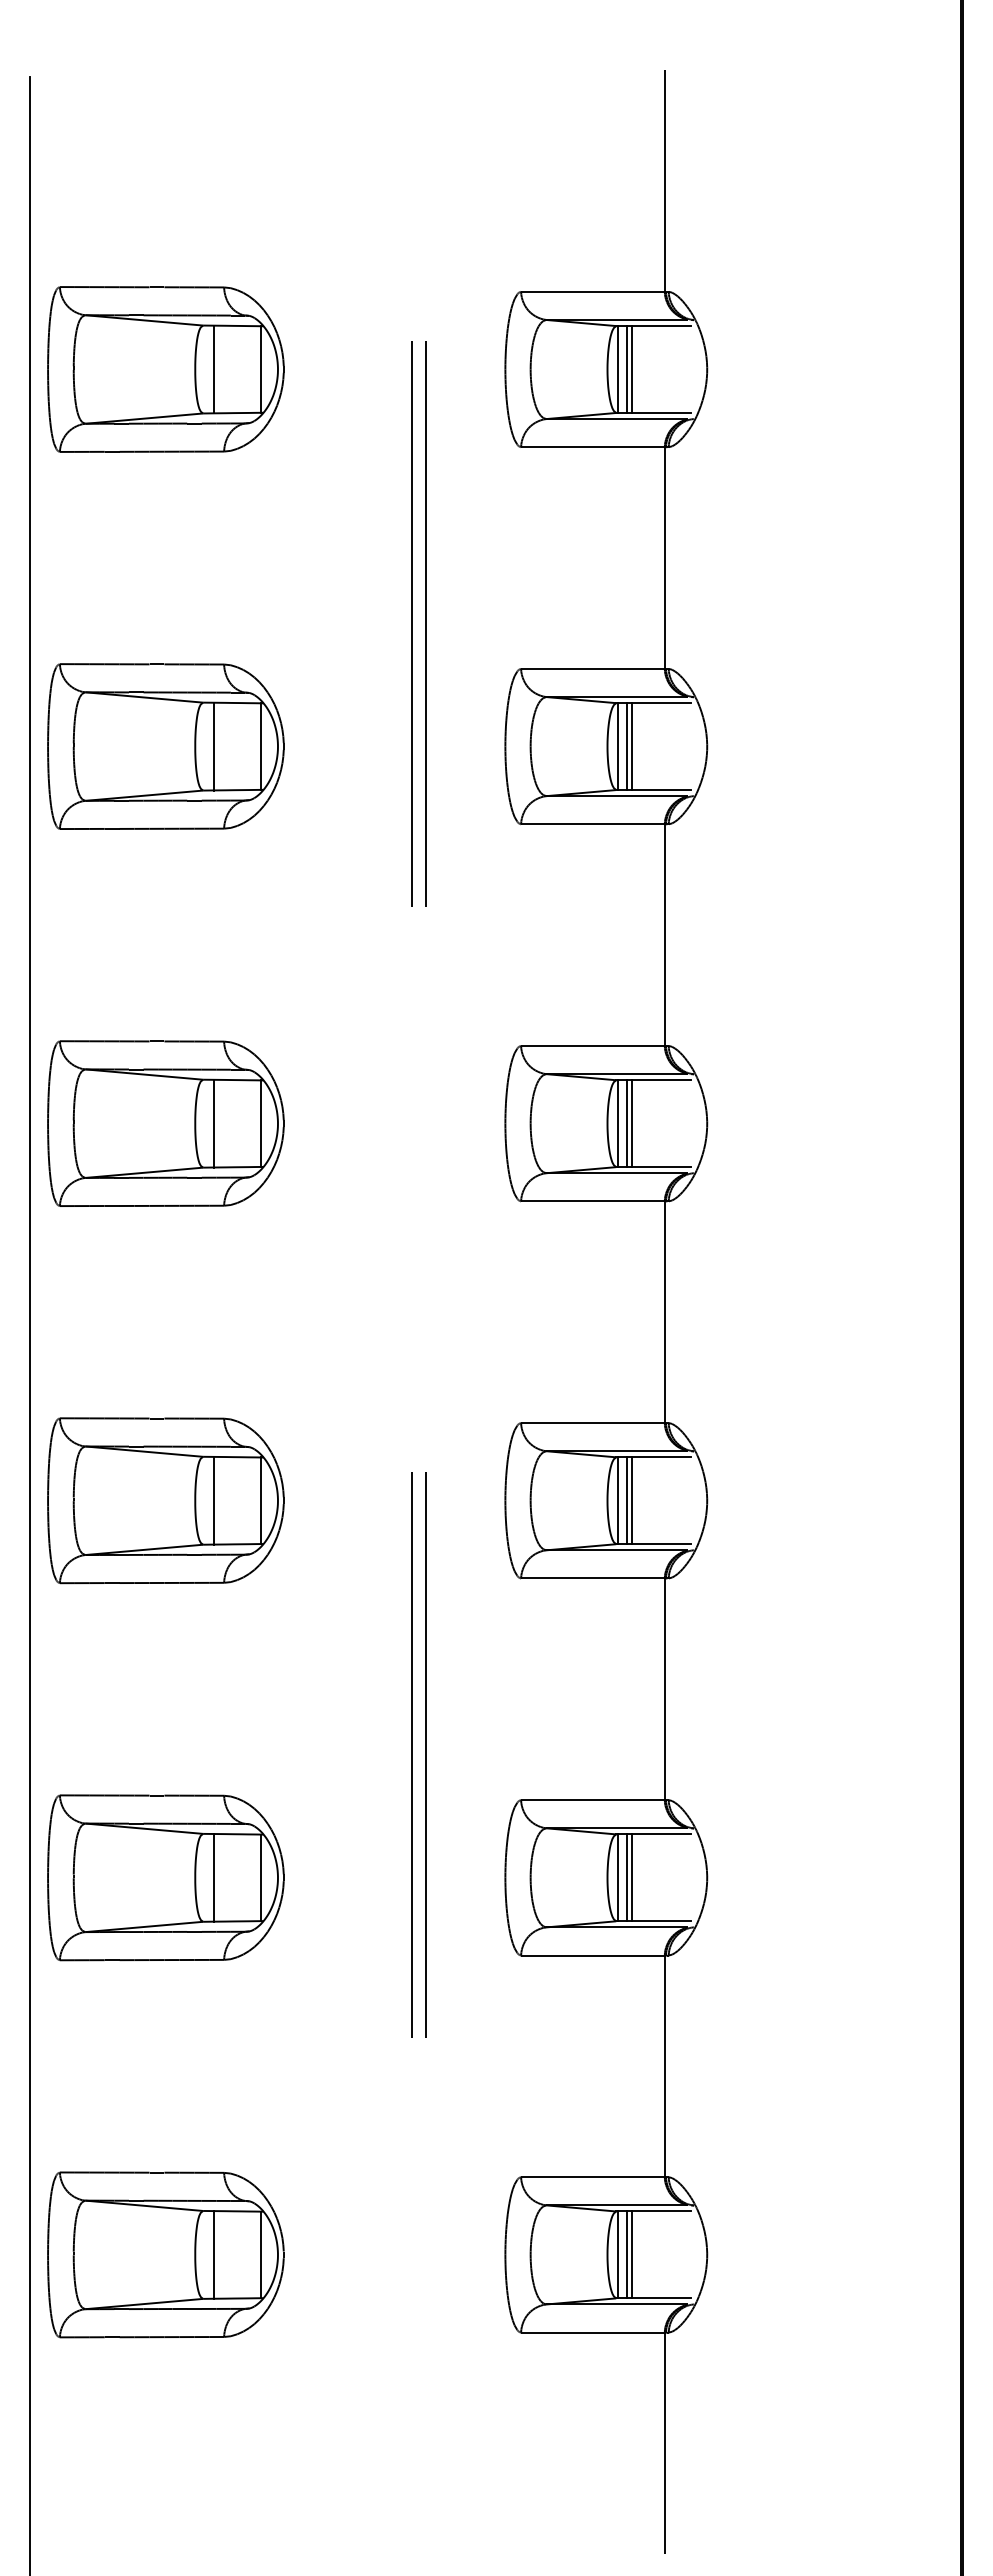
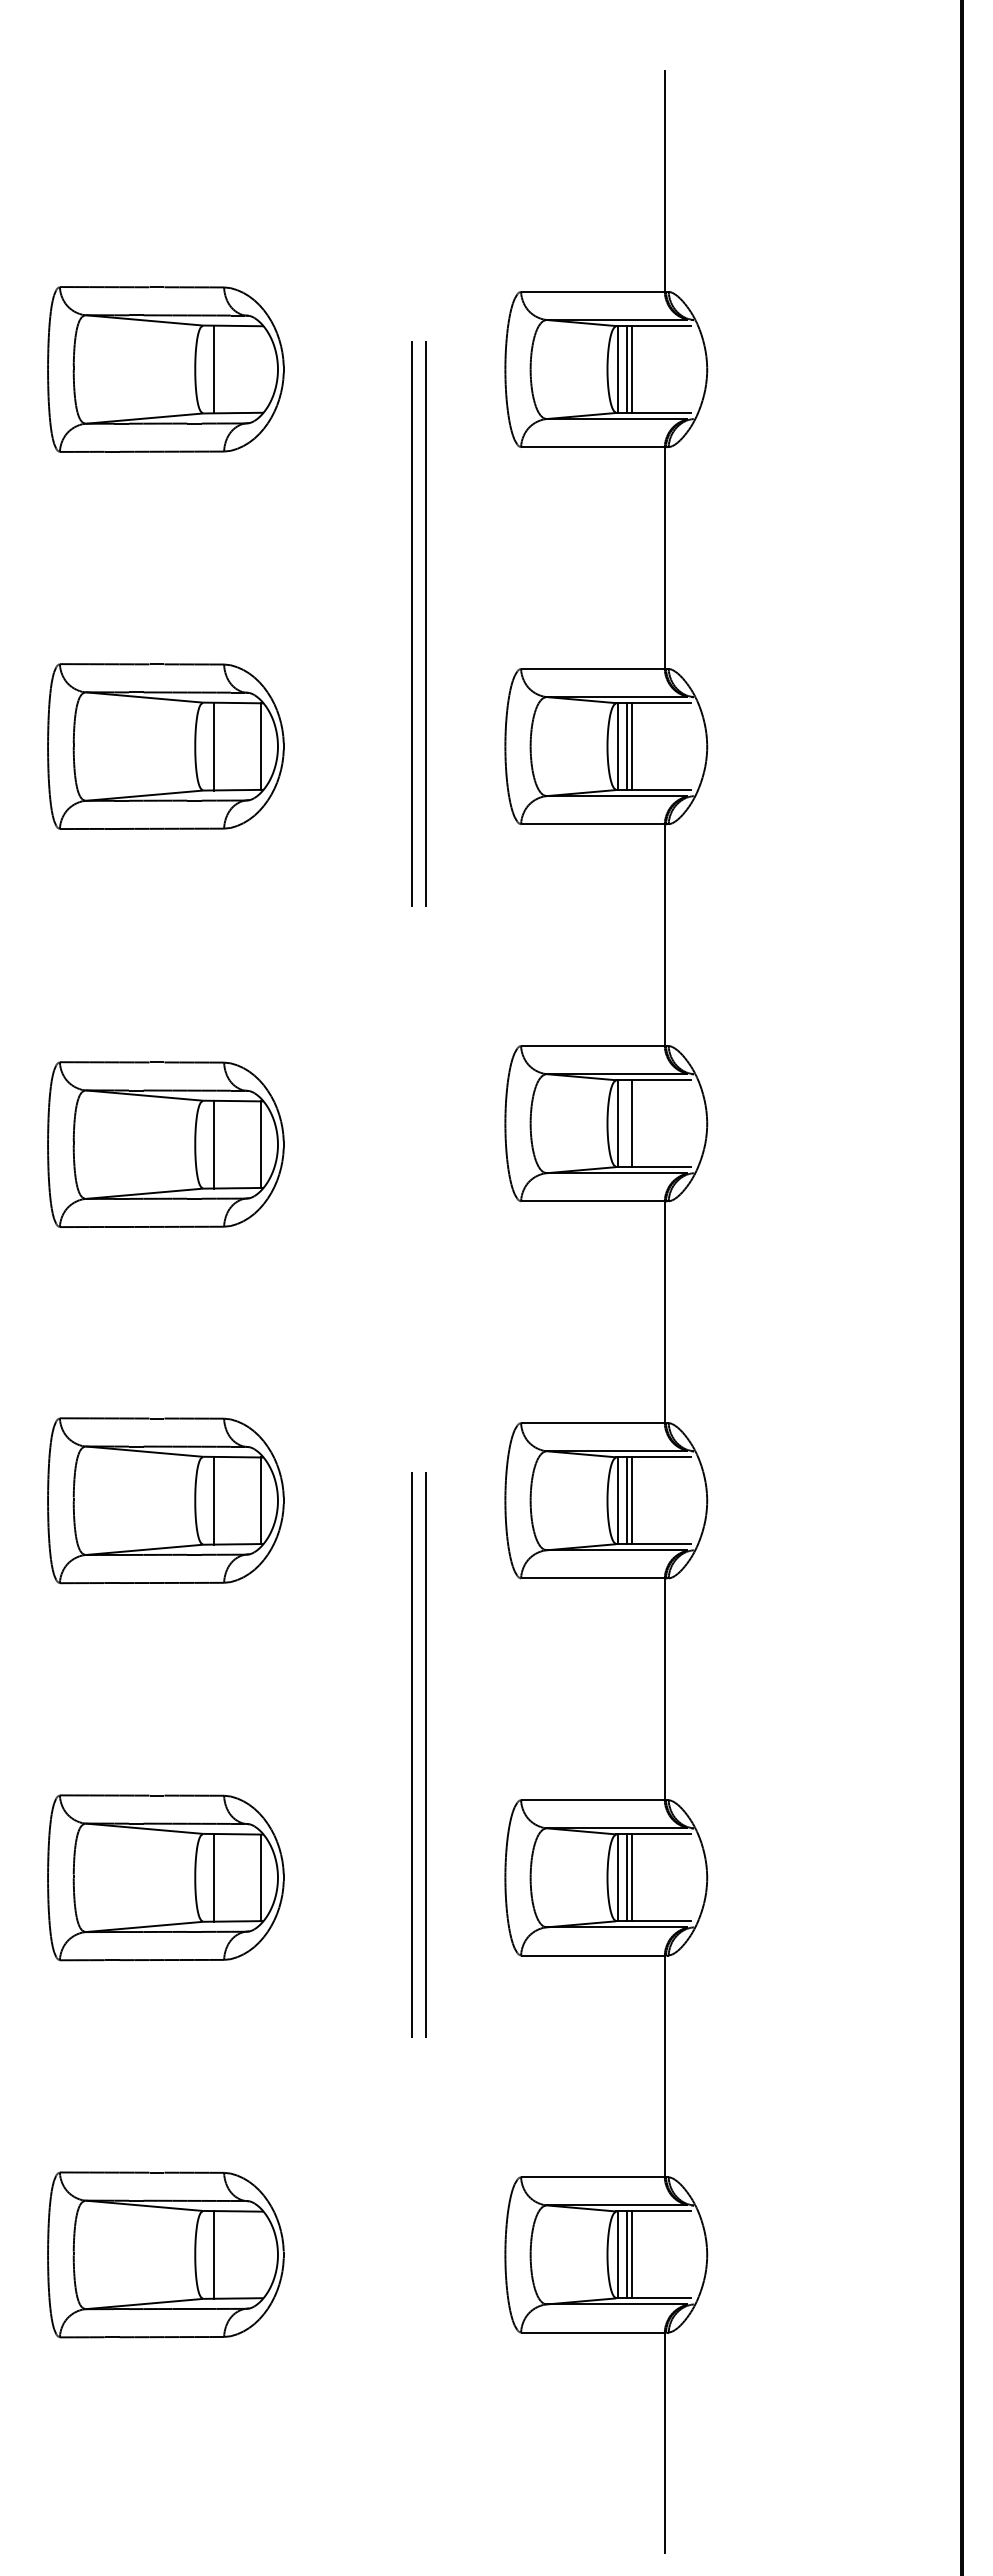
line at (260, 369): present -> none
part at (165, 1123) position: (165, 1123) -> (165, 1144)
line at (627, 1123): present -> none
line at (29, 1324): present -> none
line at (260, 2254): present -> none
